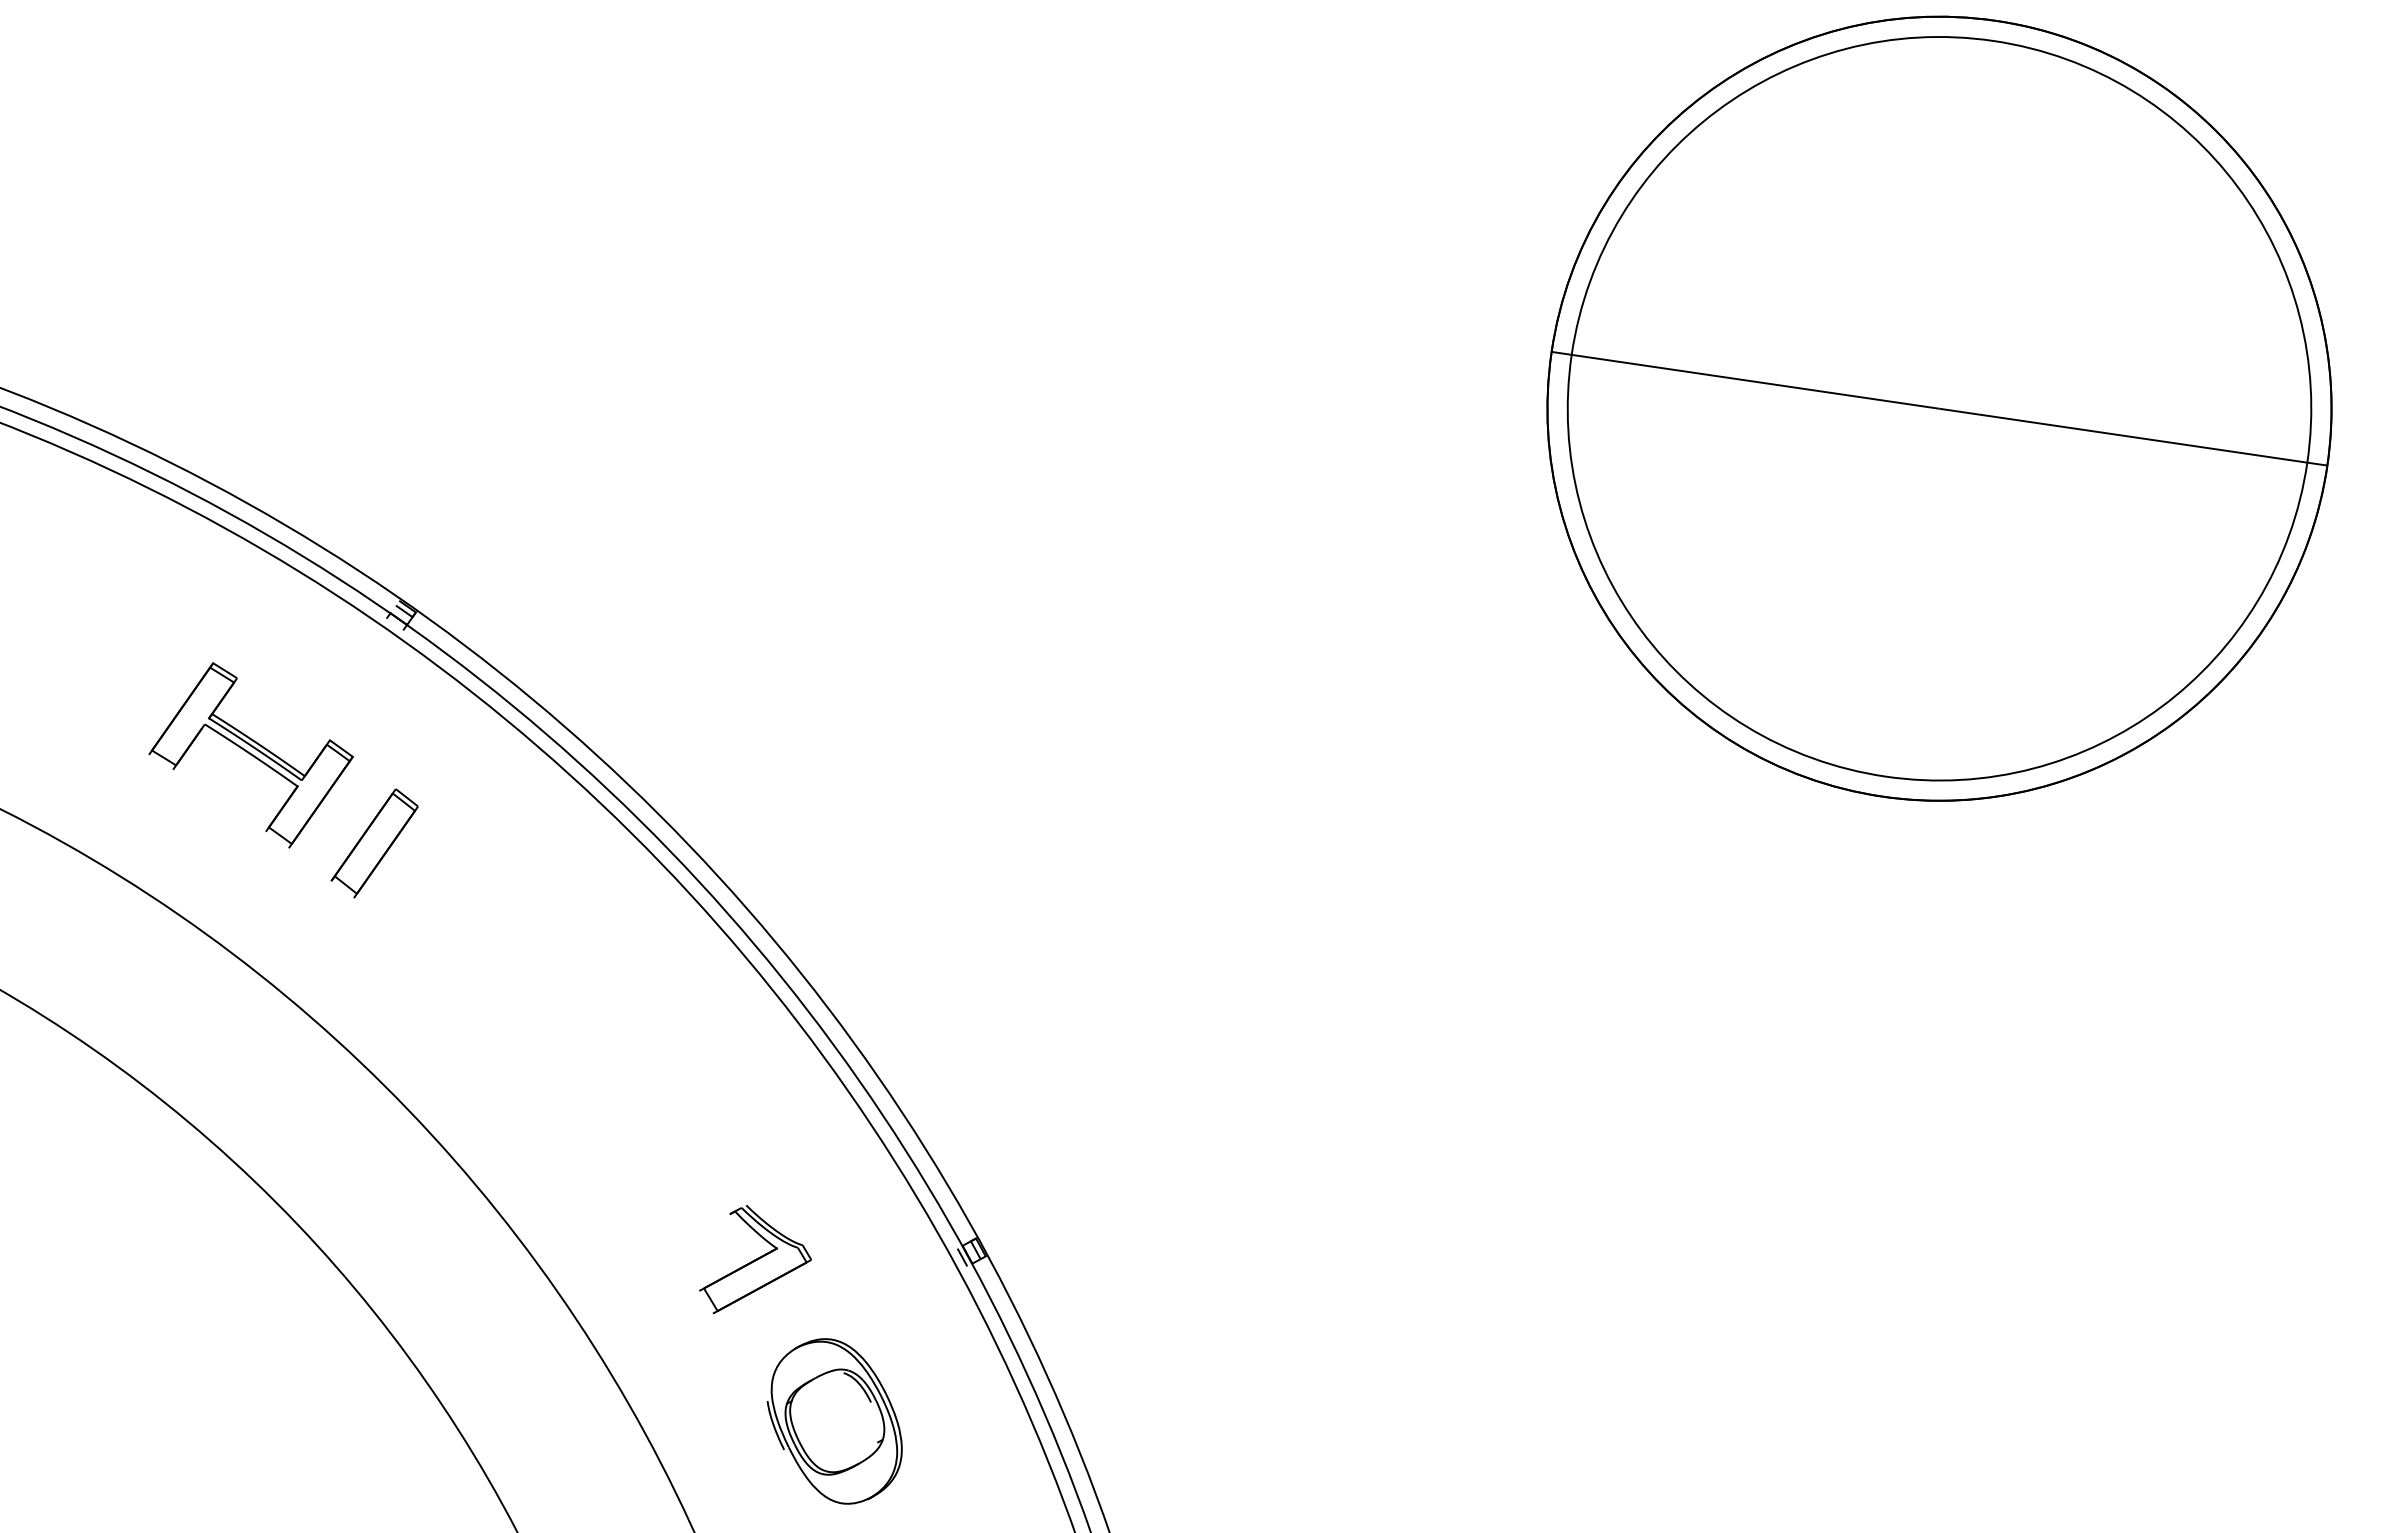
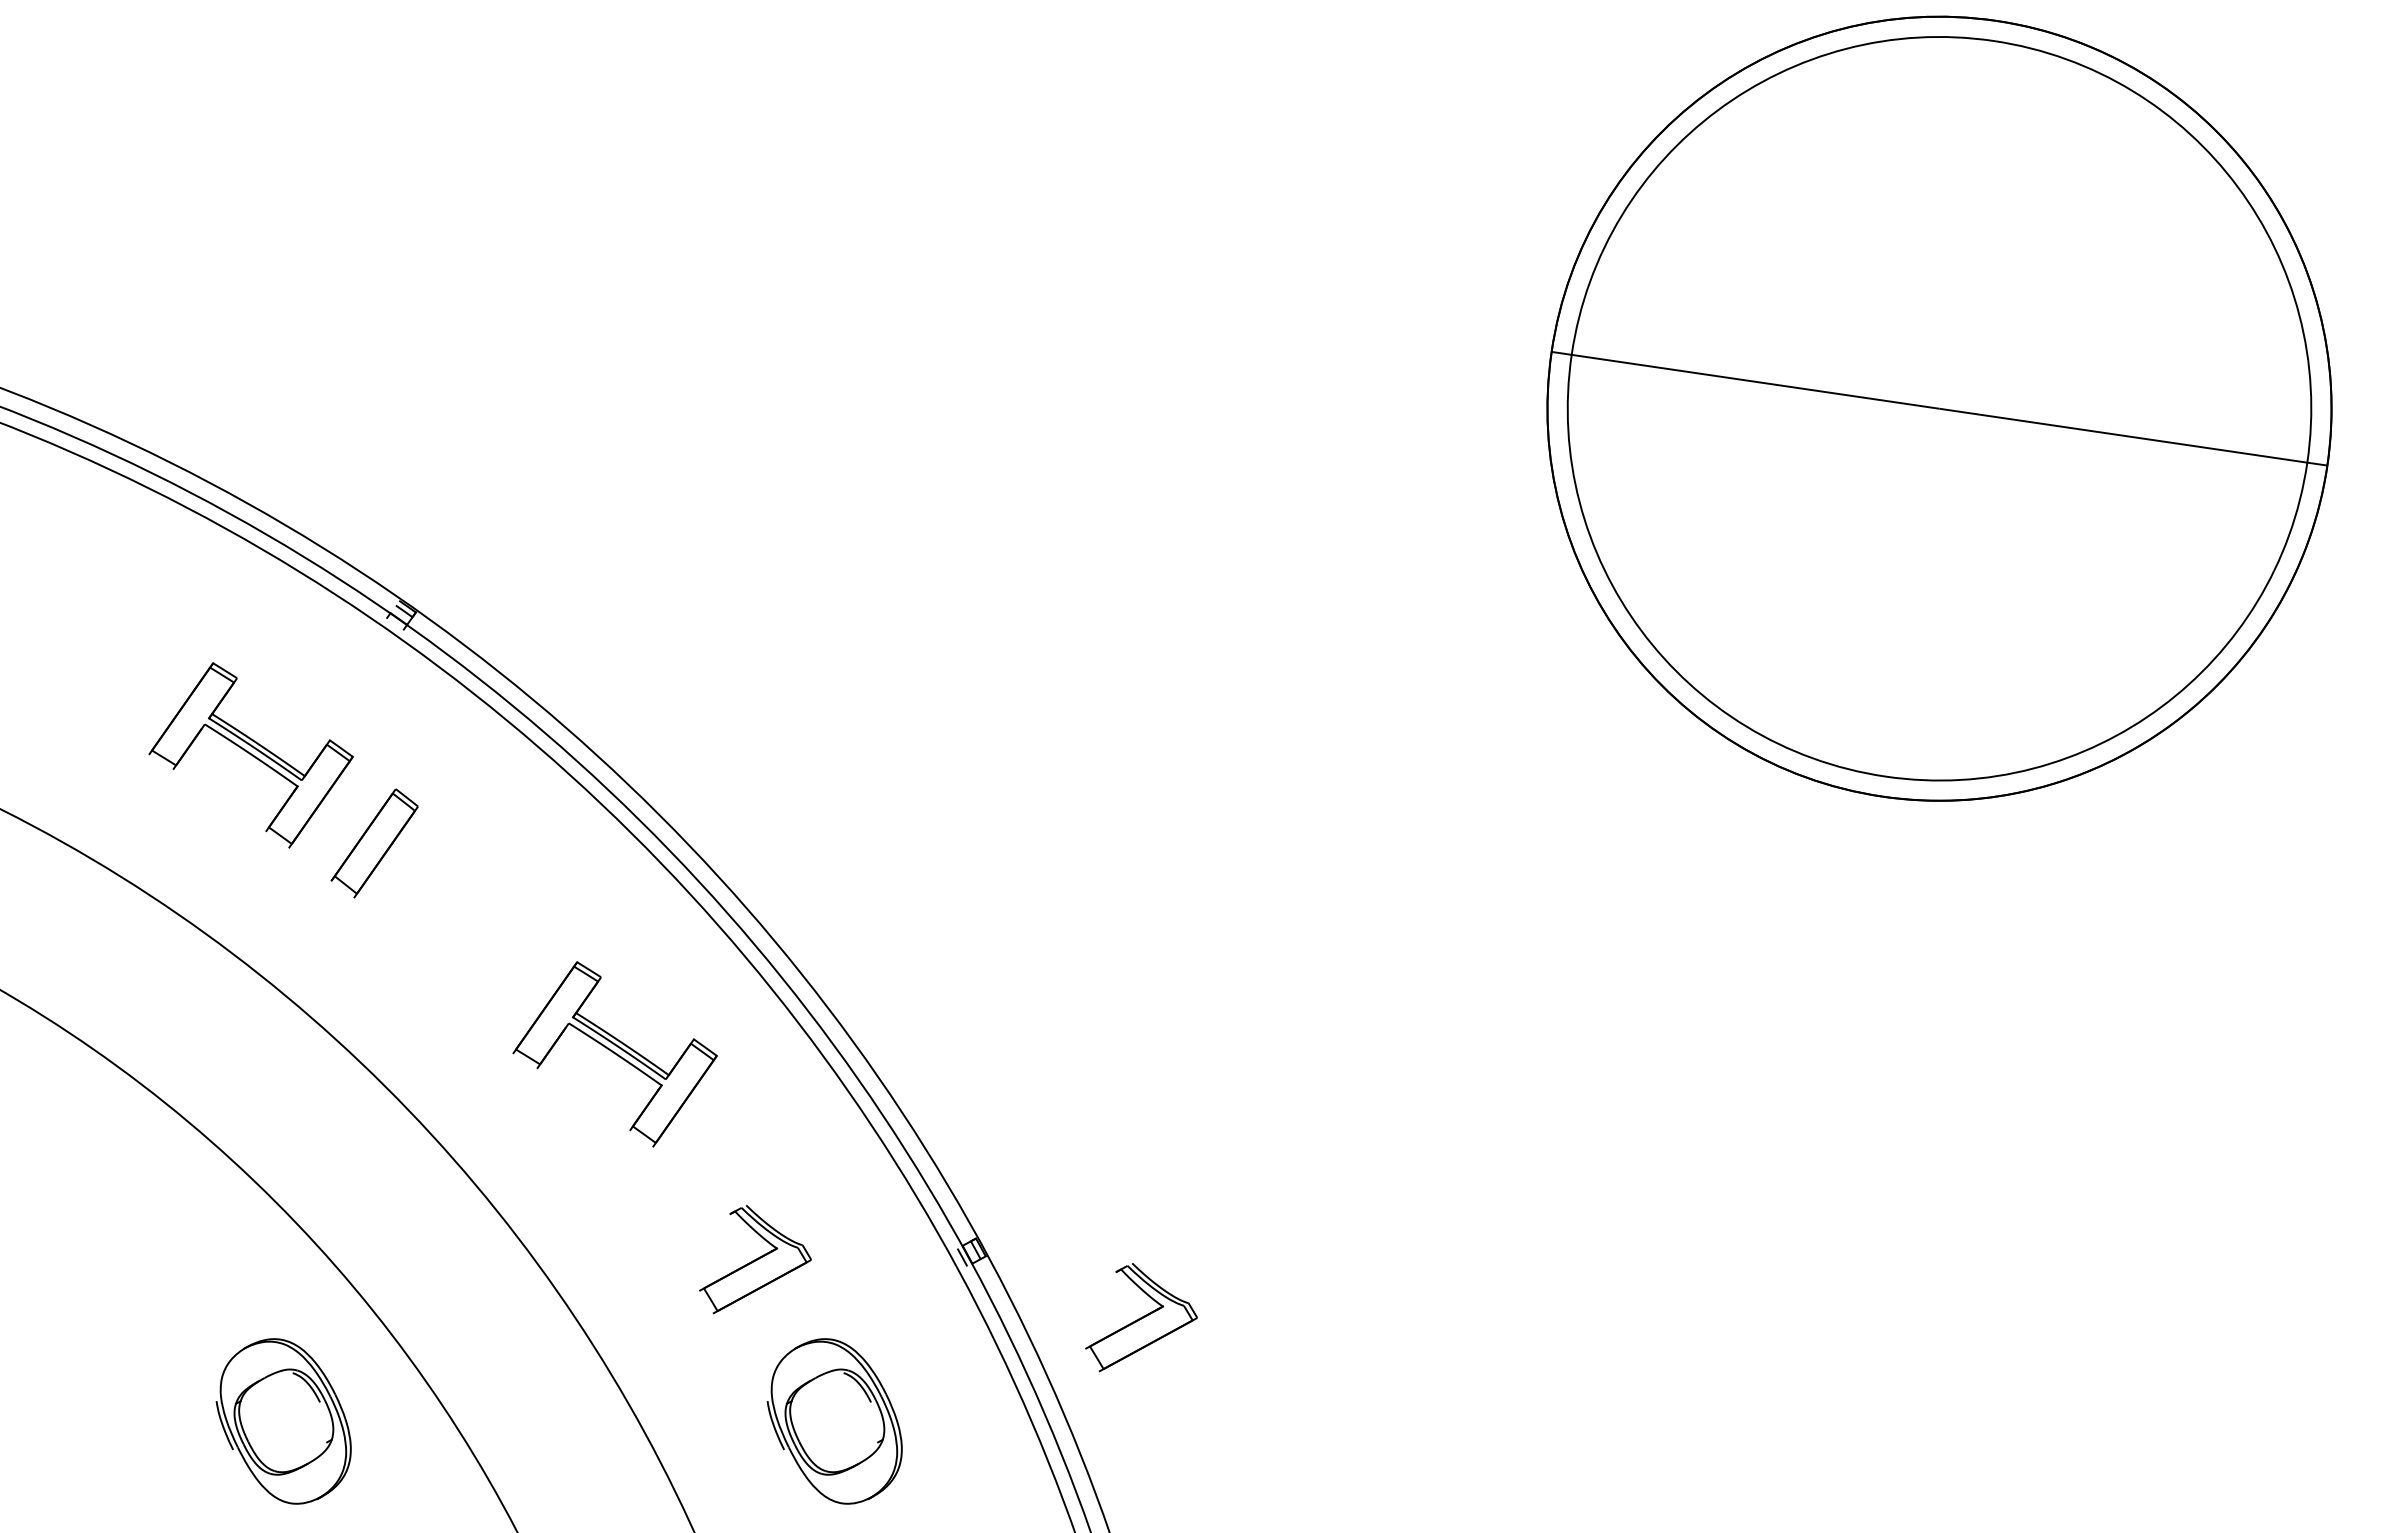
part at (614, 1054): none -> present
part at (1141, 1317): none -> present
part at (283, 1421): none -> present
